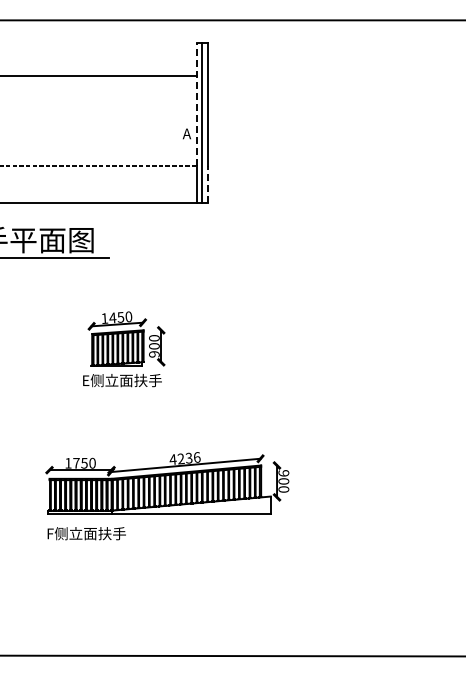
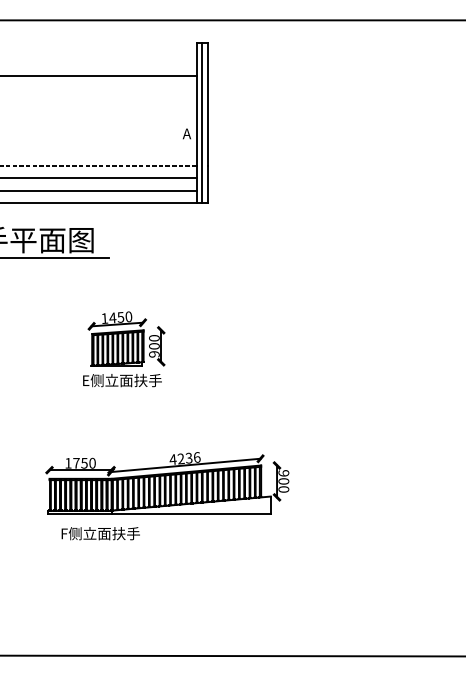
line at (196, 104): dashed -> solid
line at (99, 178): none -> present
line at (207, 184): dashed -> solid
line at (99, 190): none -> present
text at (86, 533) position: (86, 533) -> (100, 533)
